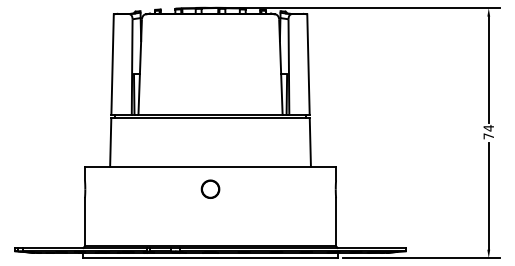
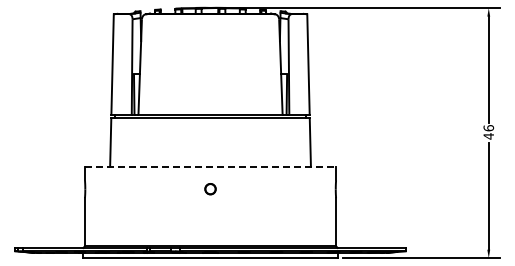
text at (488, 132): 74 -> 46
line at (210, 166): solid -> dashed
part at (210, 188) size: 21x20 px -> 13x13 px
